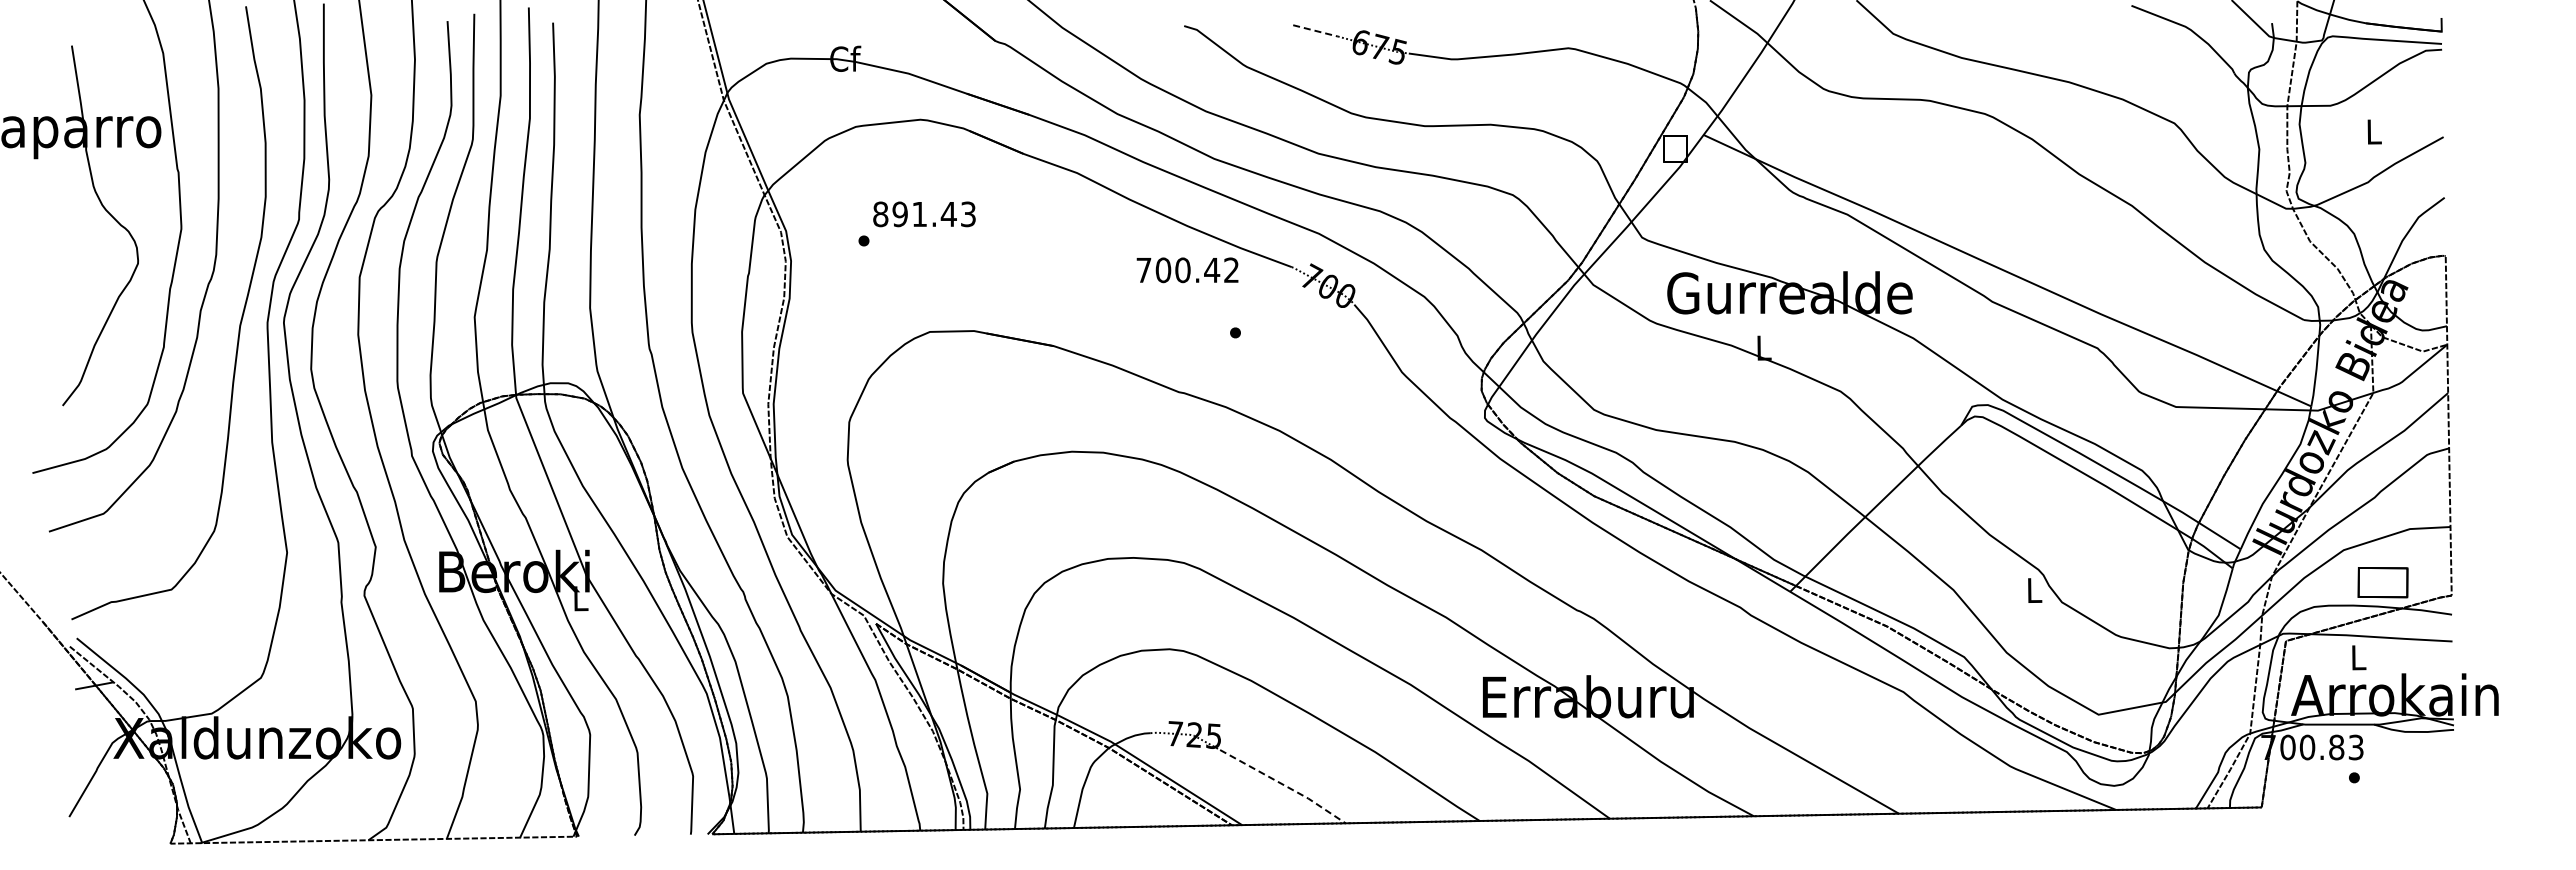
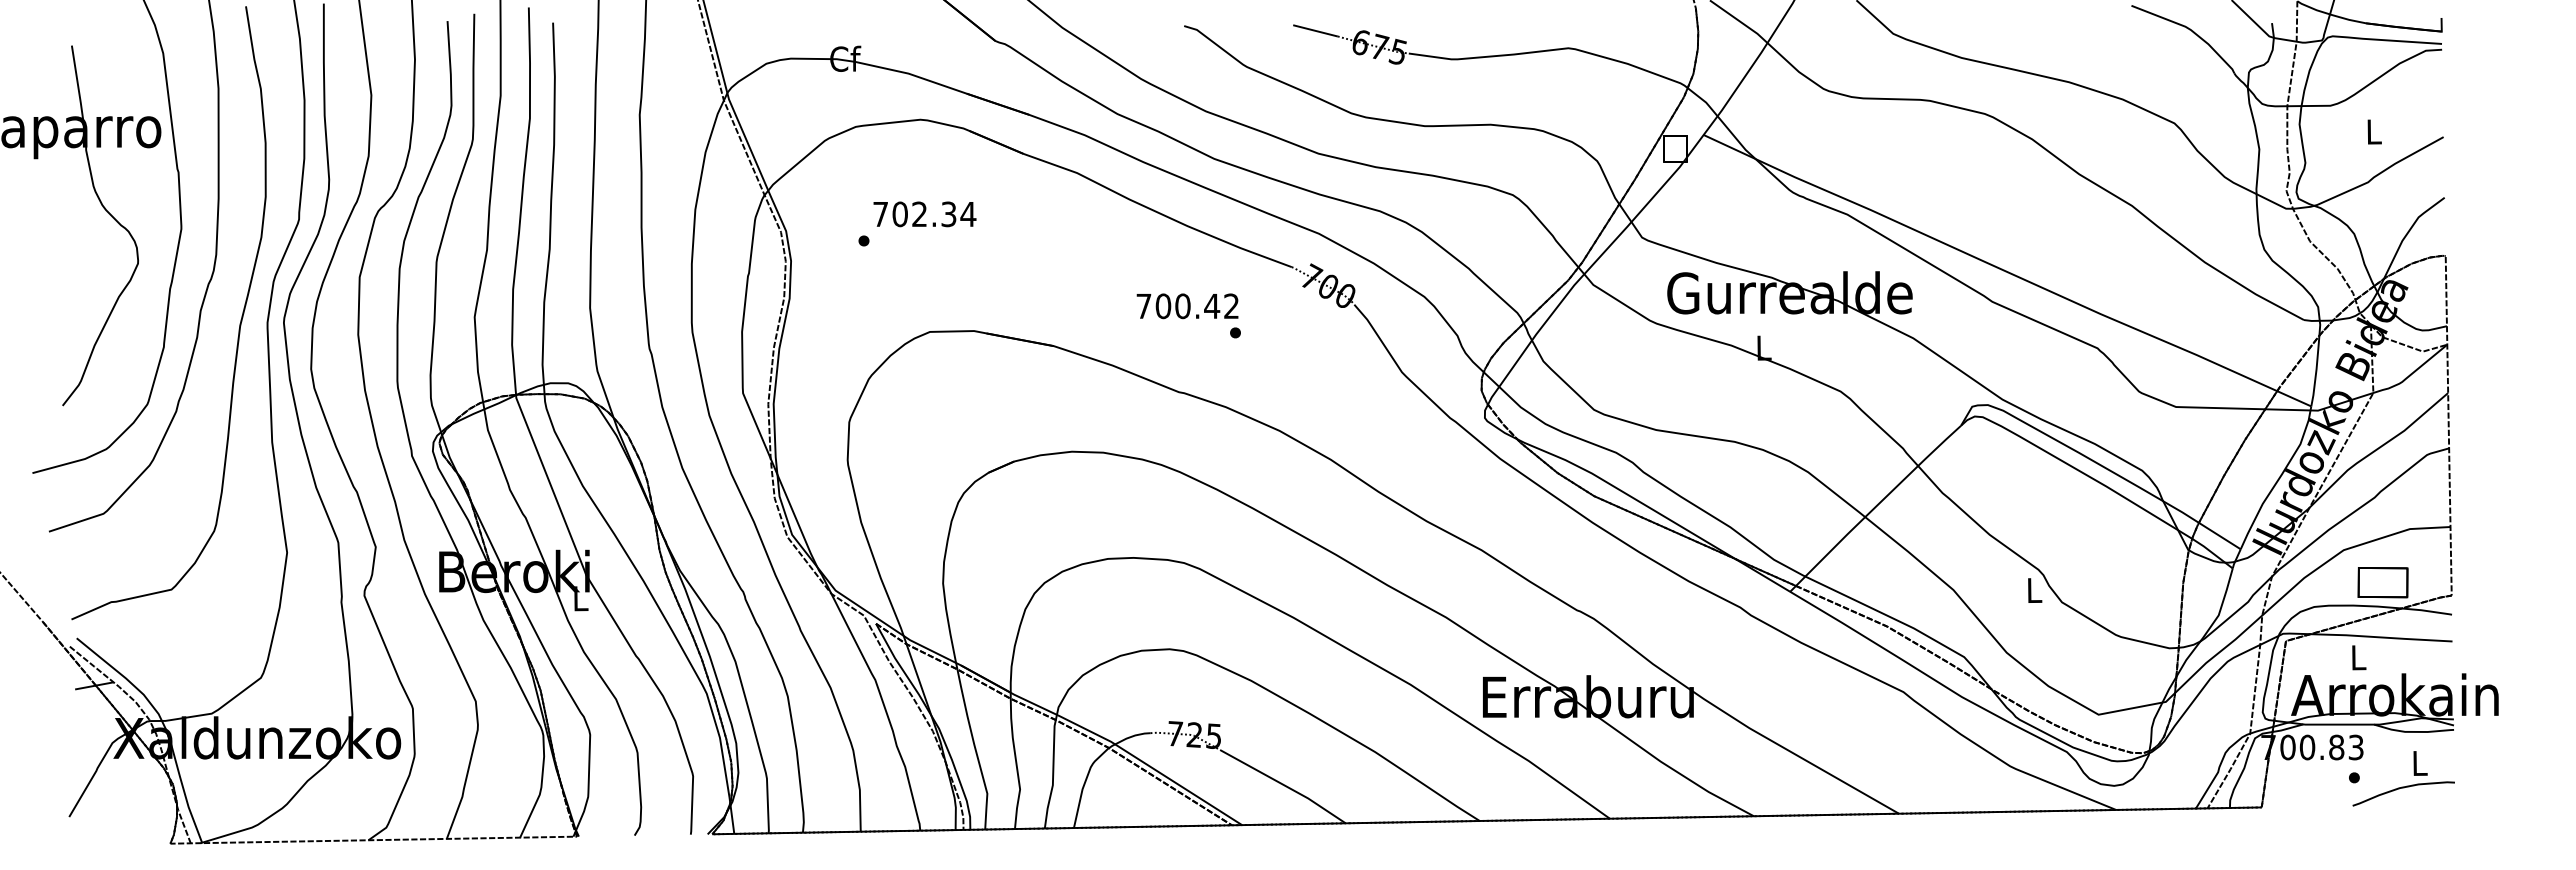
line at (1315, 30): dashed -> solid
text at (924, 214): 891.43 -> 702.34
text at (1187, 270) position: (1187, 270) -> (1187, 306)
line at (1284, 785): dashed -> solid
part at (2406, 785): none -> present
